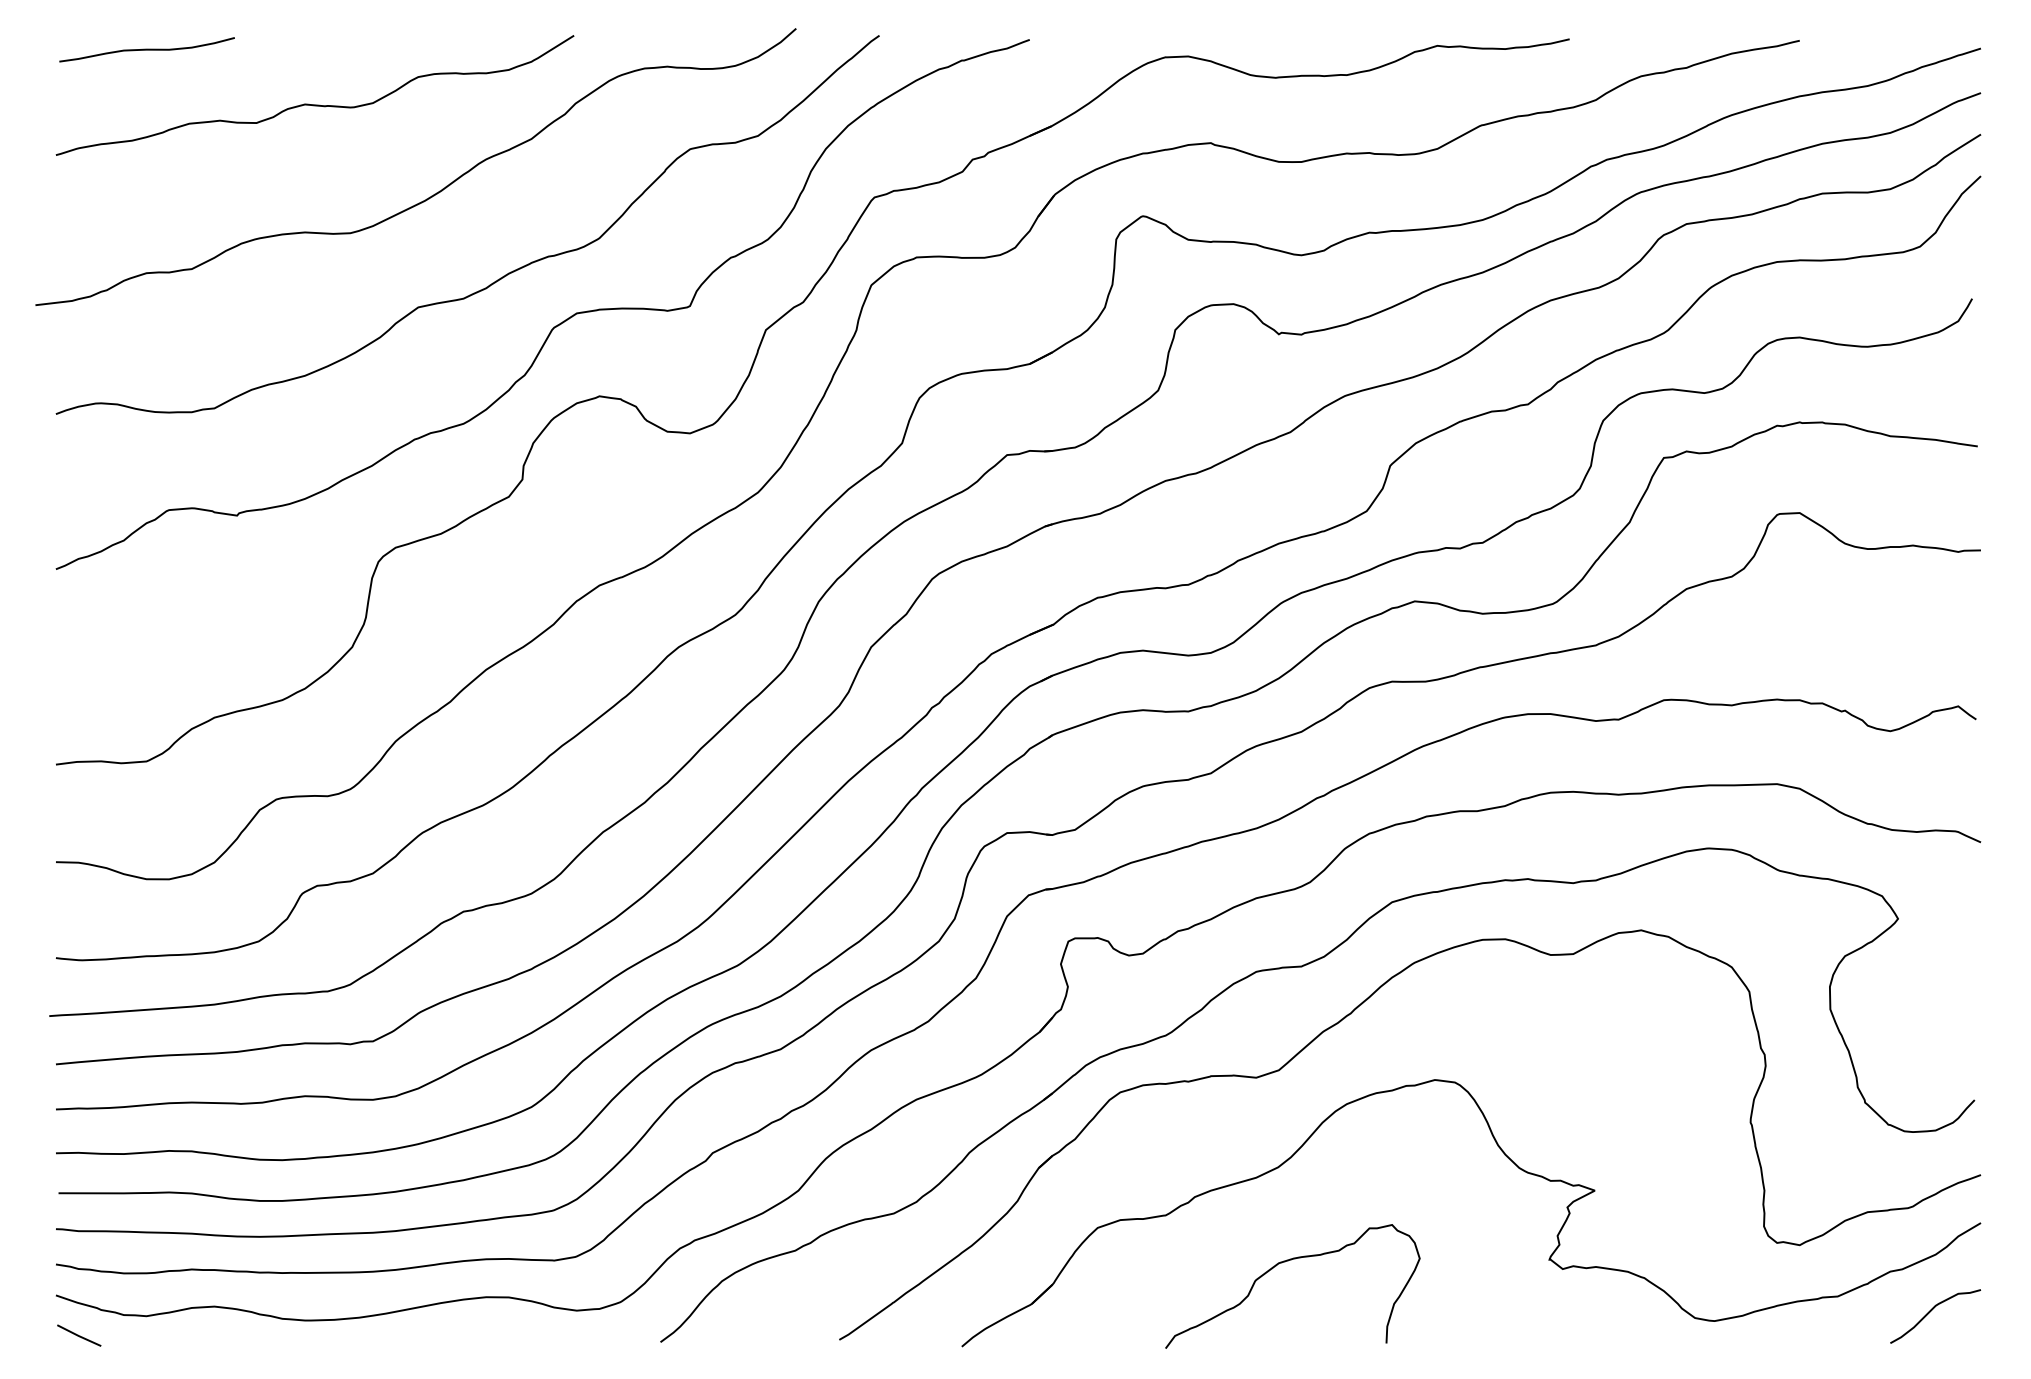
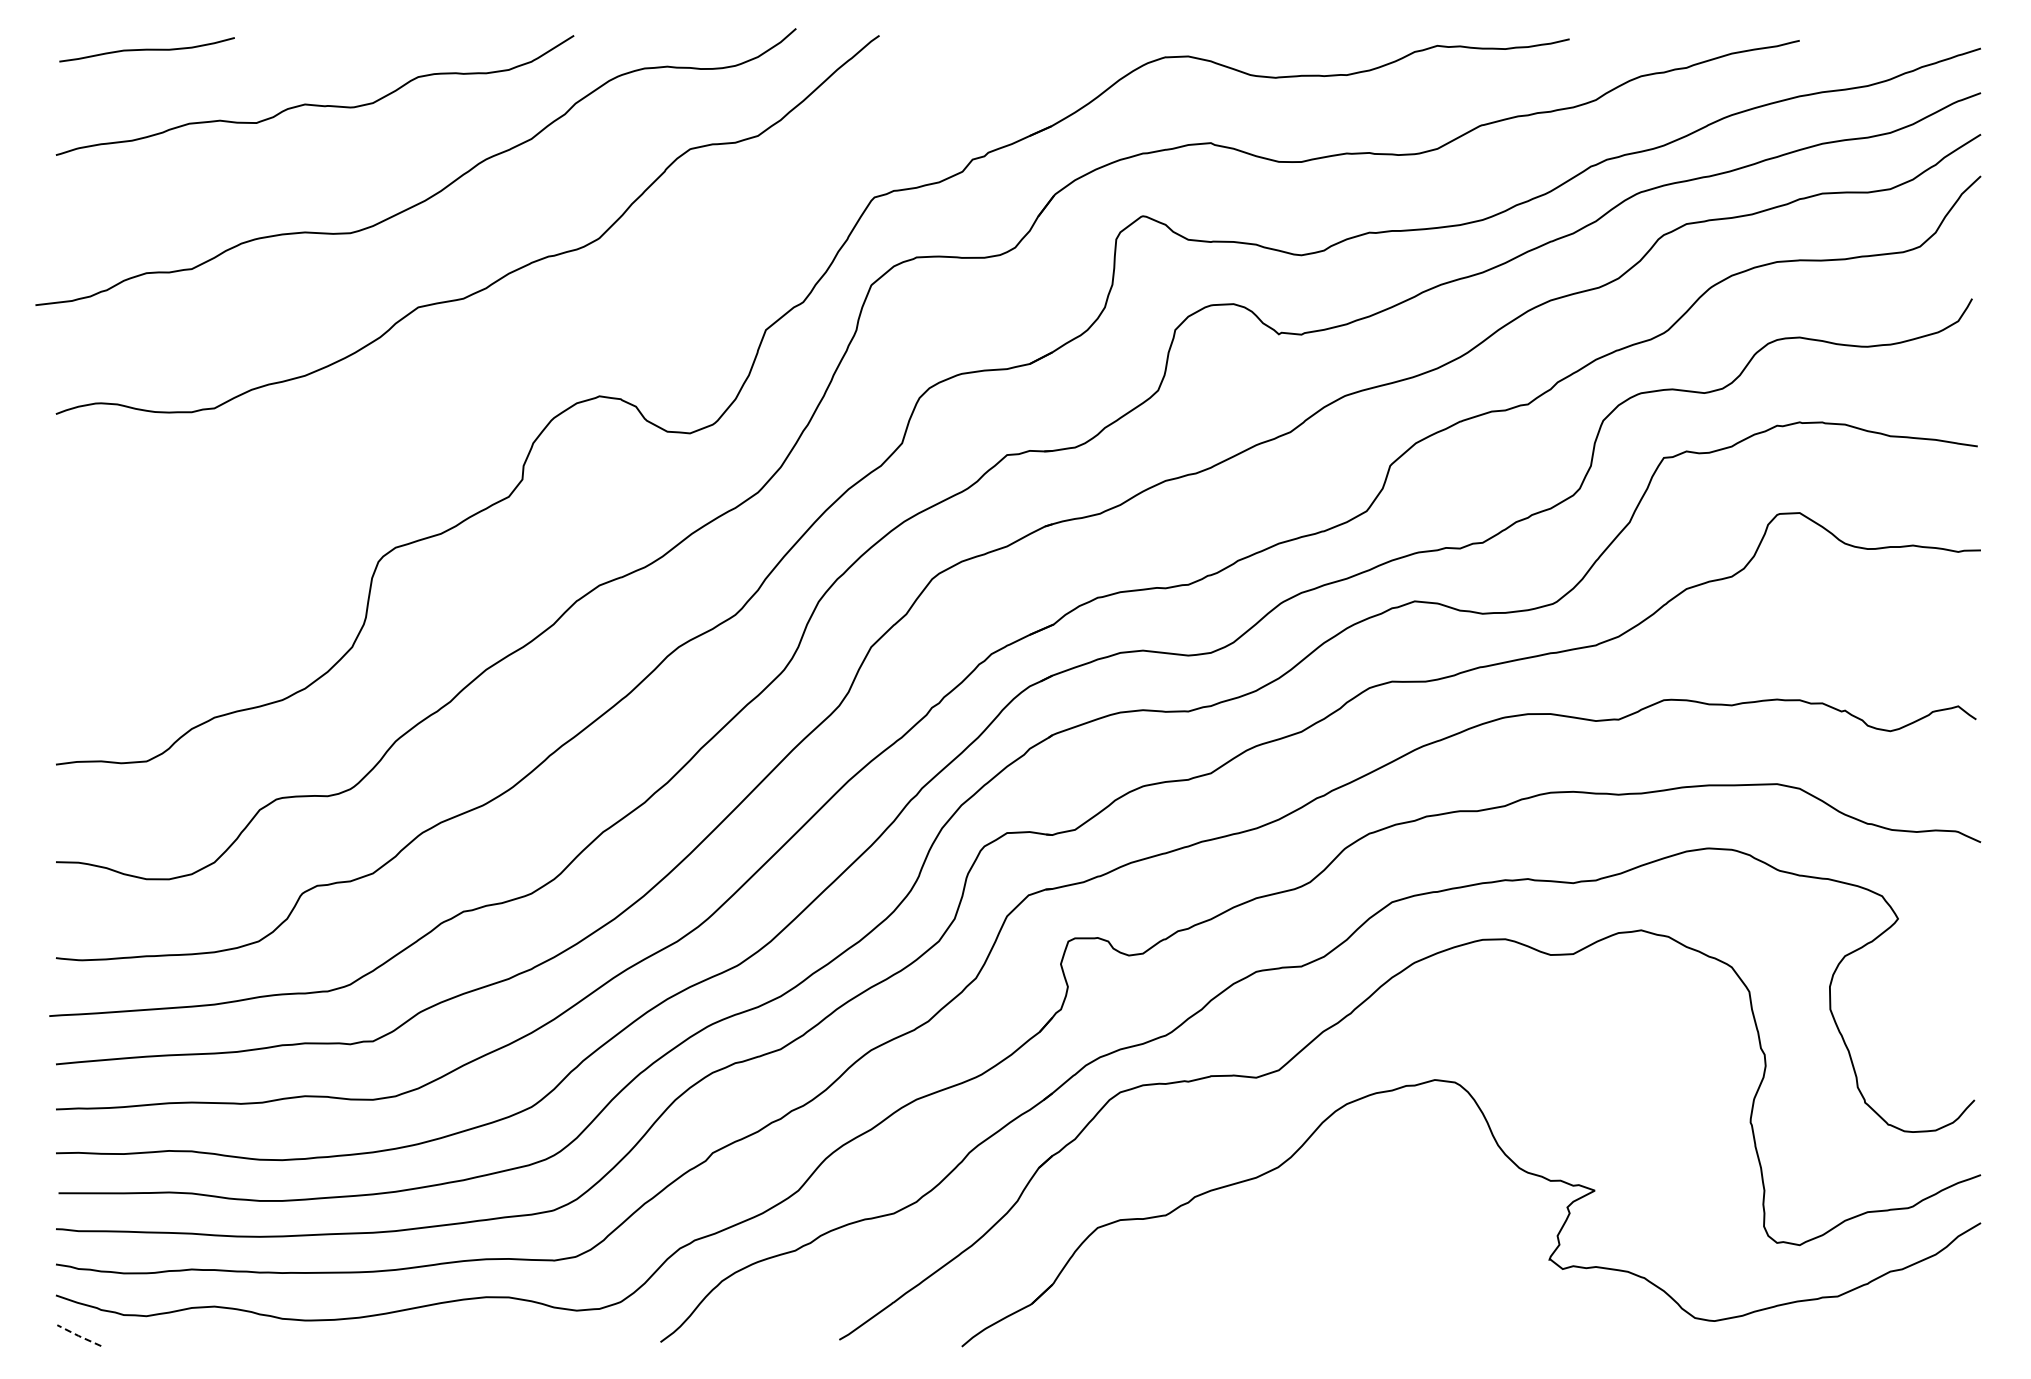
curve at (555, 325): present -> none
curve at (1285, 1262): present -> none
curve at (1931, 1311): present -> none
line at (78, 1335): solid -> dashed
